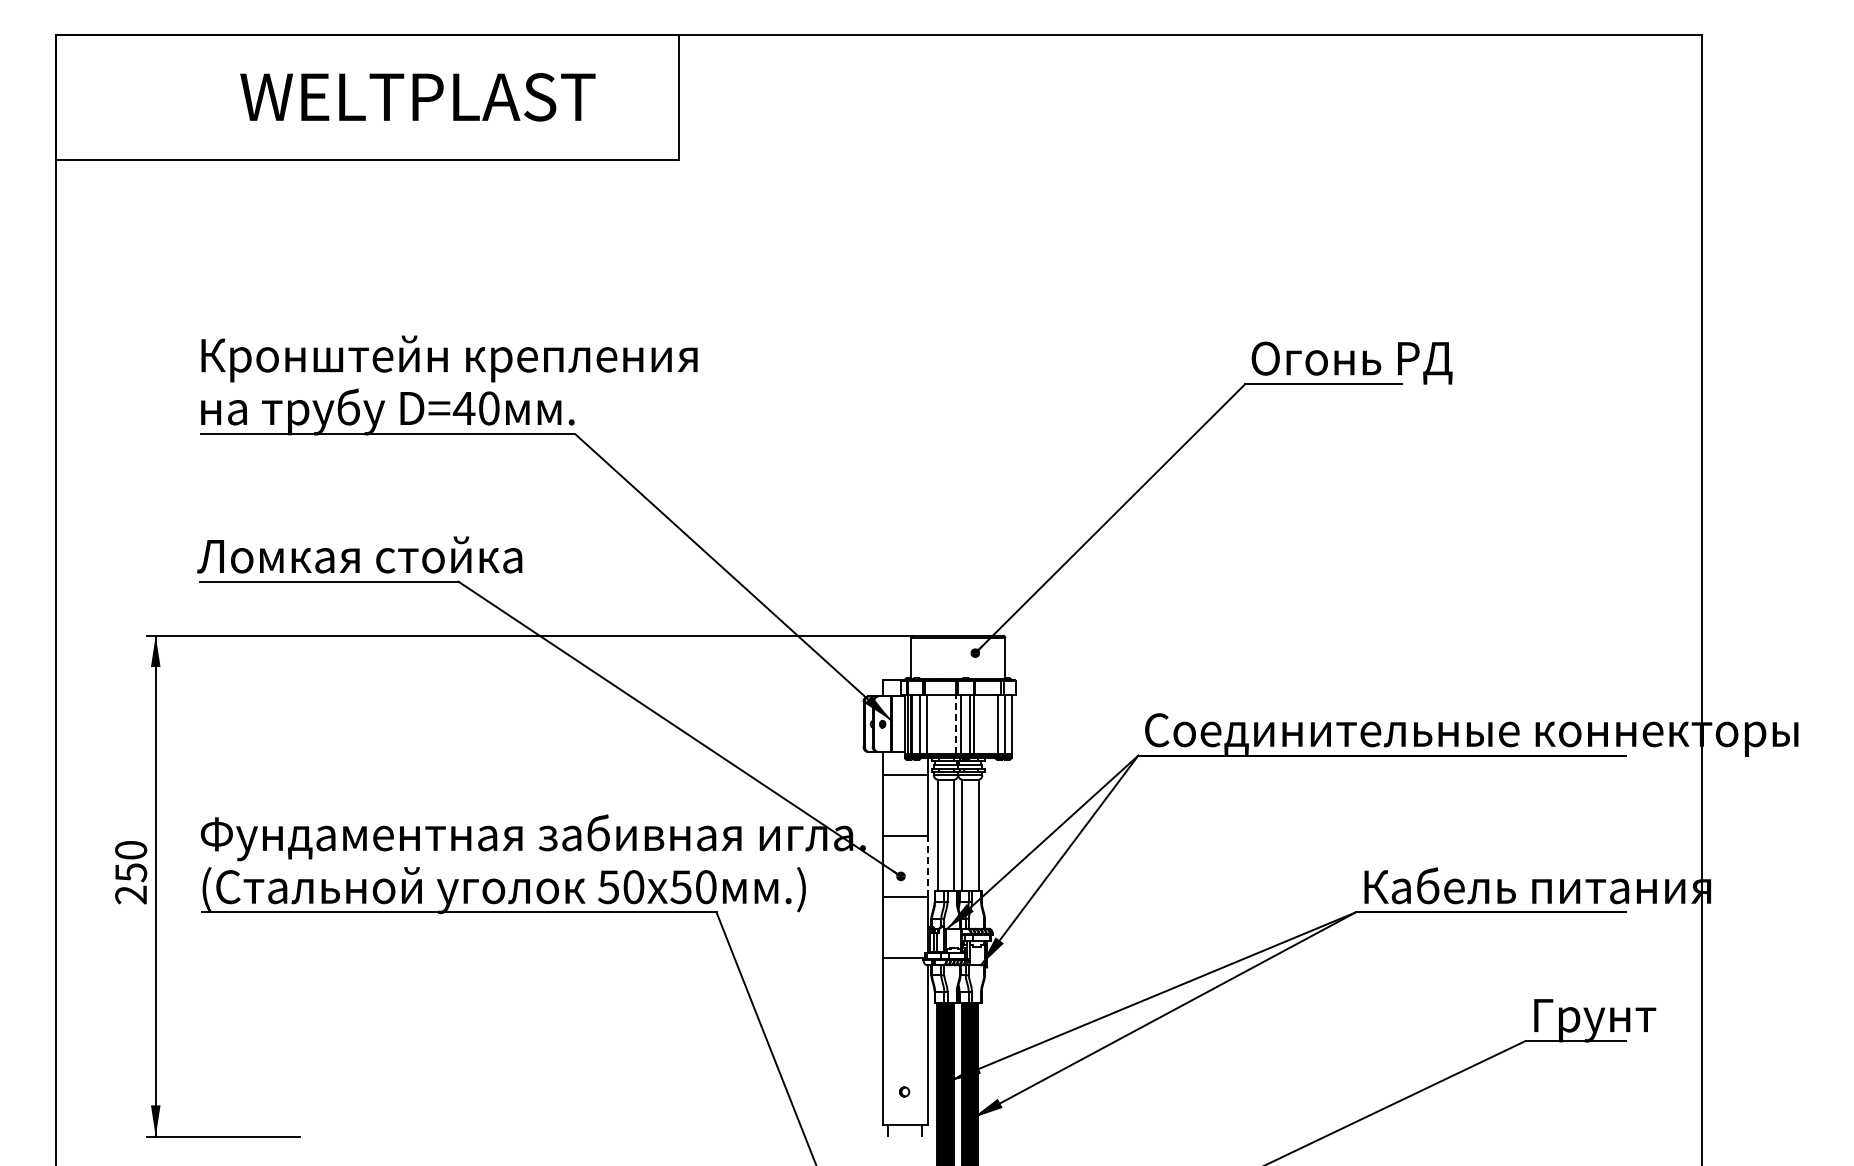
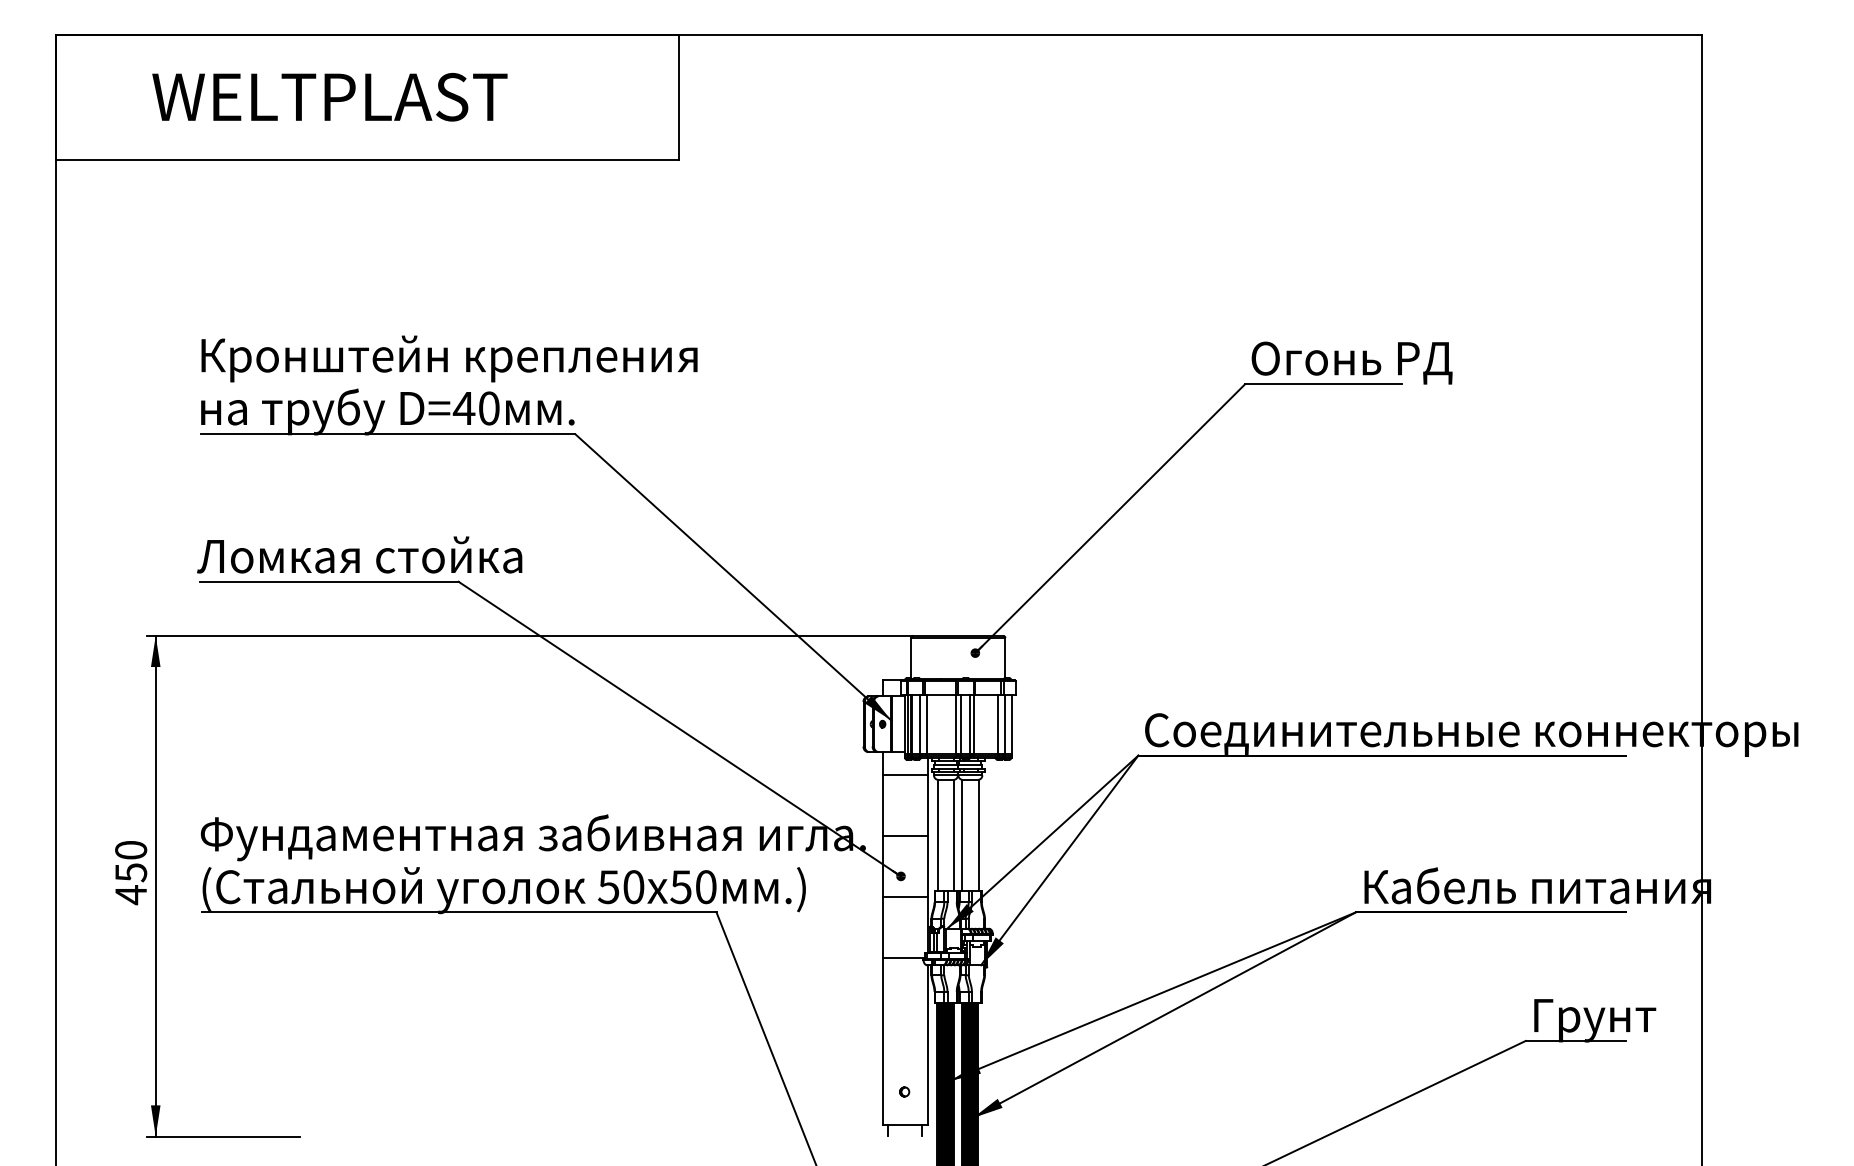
text at (417, 97) position: (417, 97) -> (329, 97)
line at (956, 724): dashed -> solid
line at (927, 866): dashed -> solid
text at (130, 895): 250 -> 450
